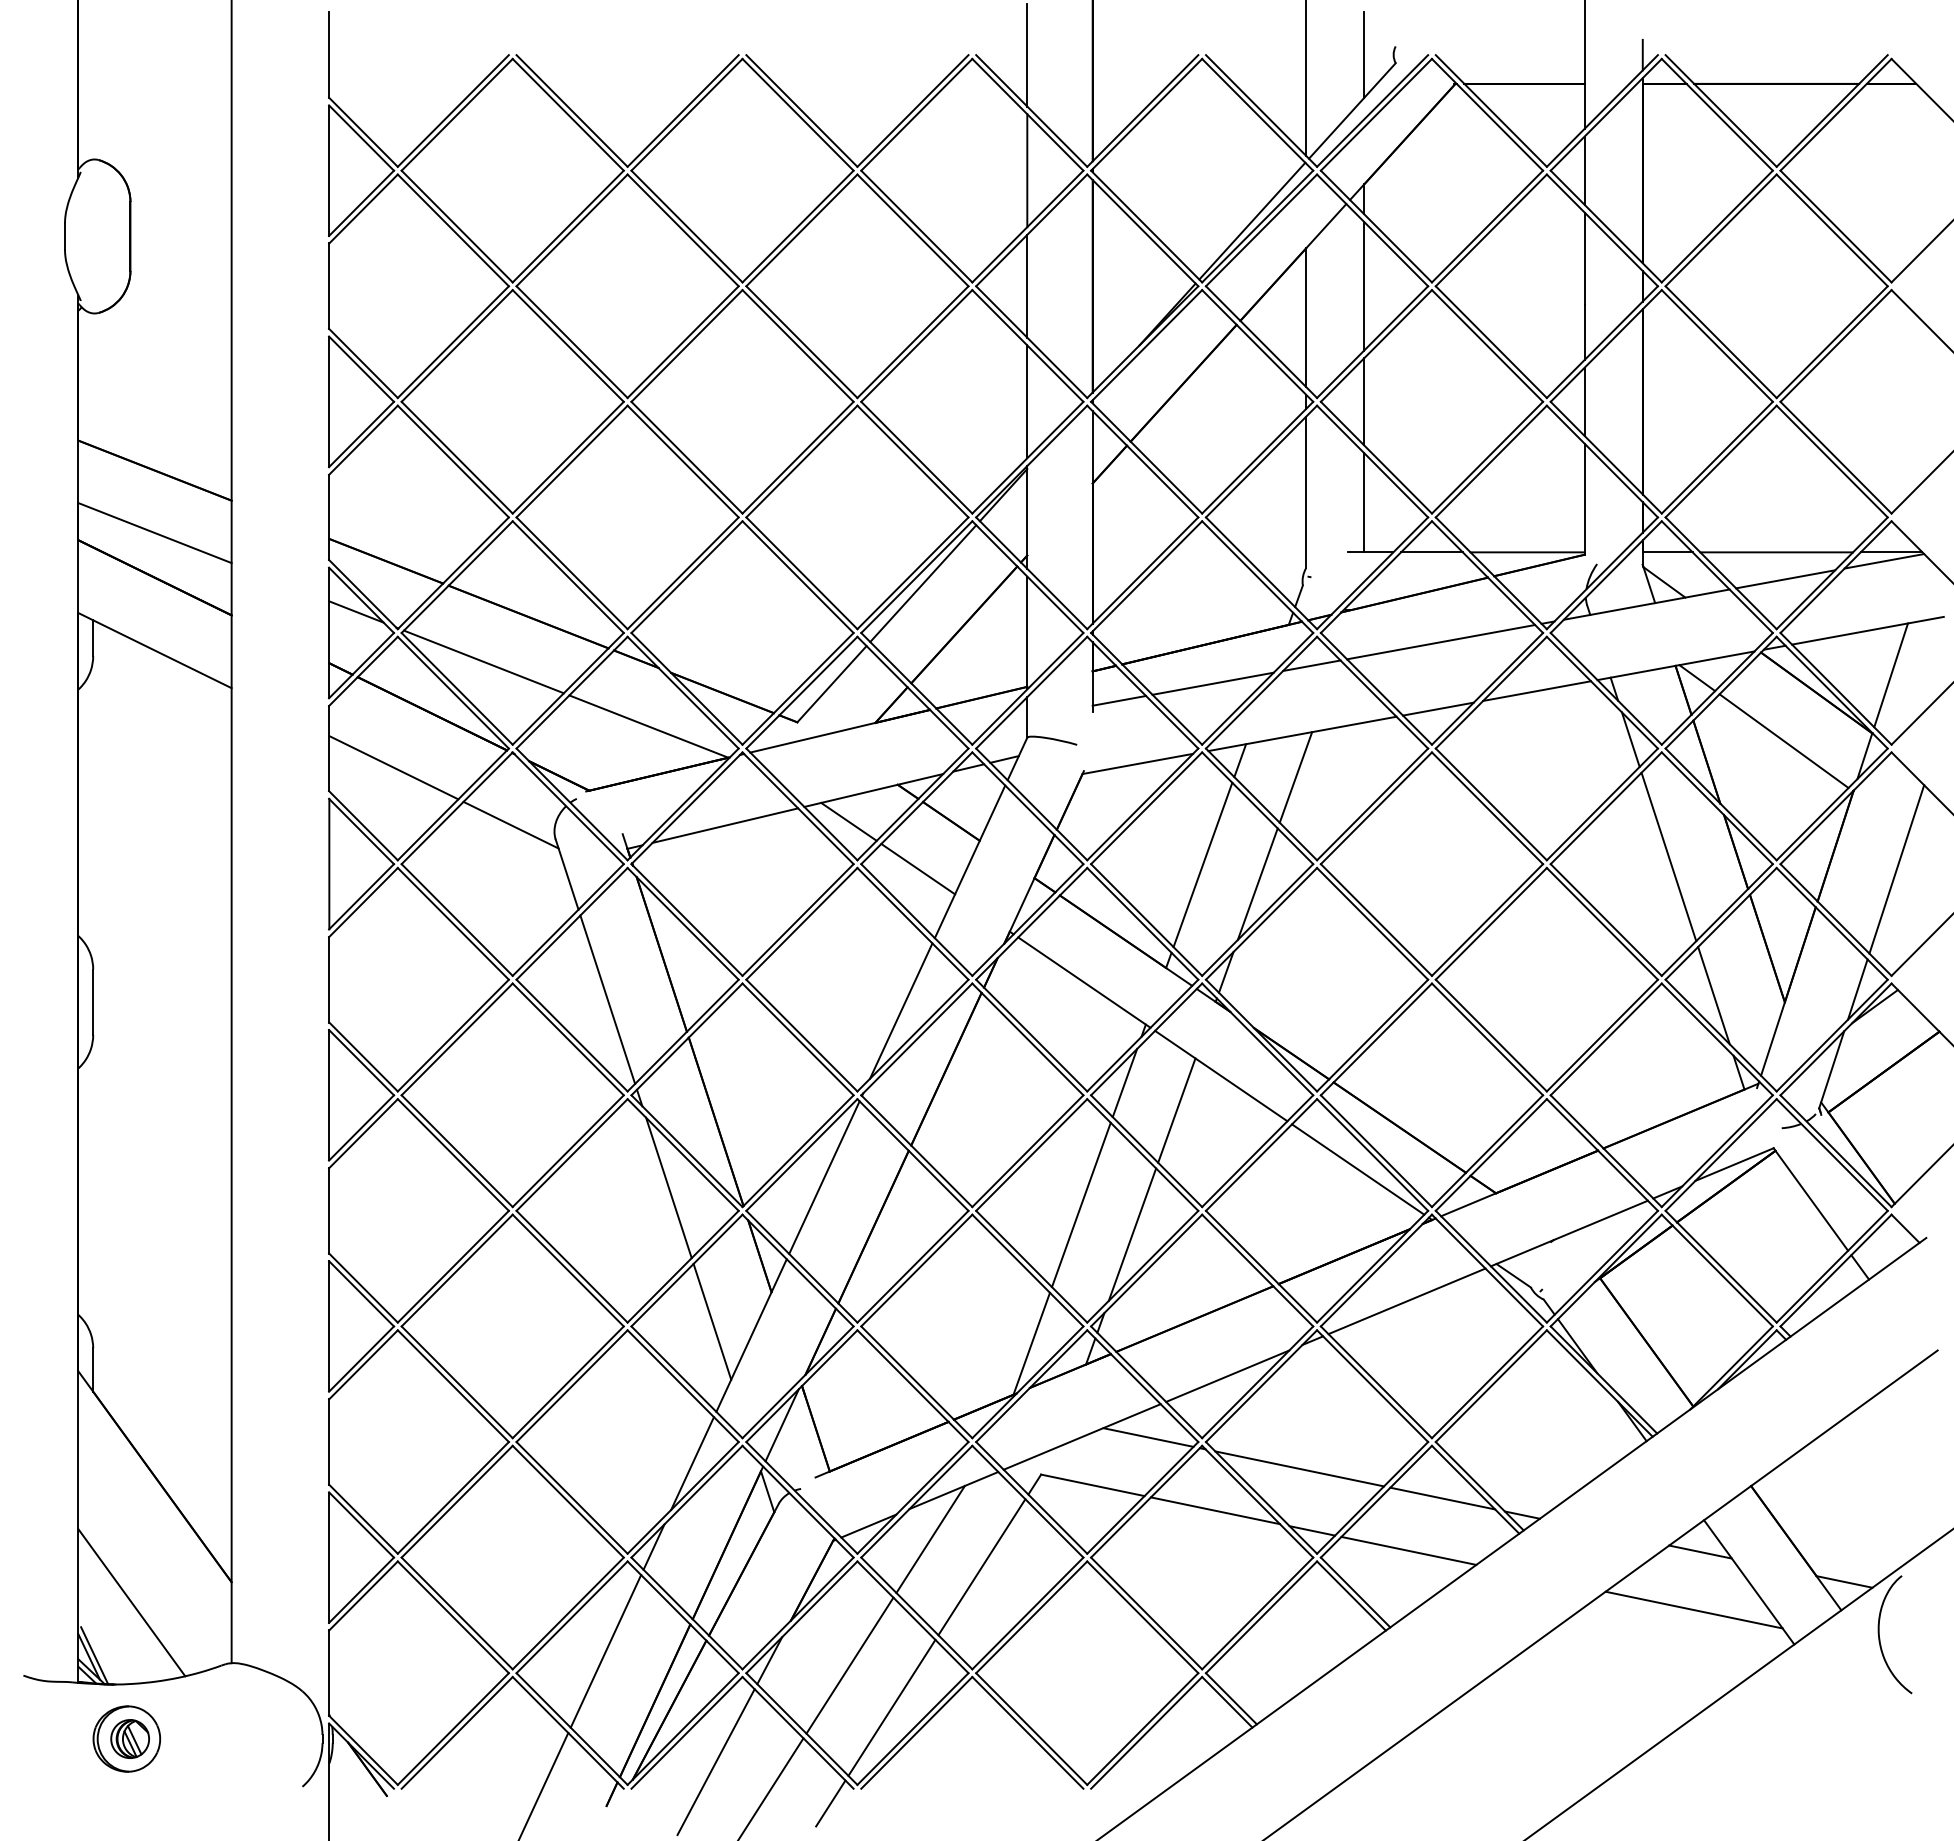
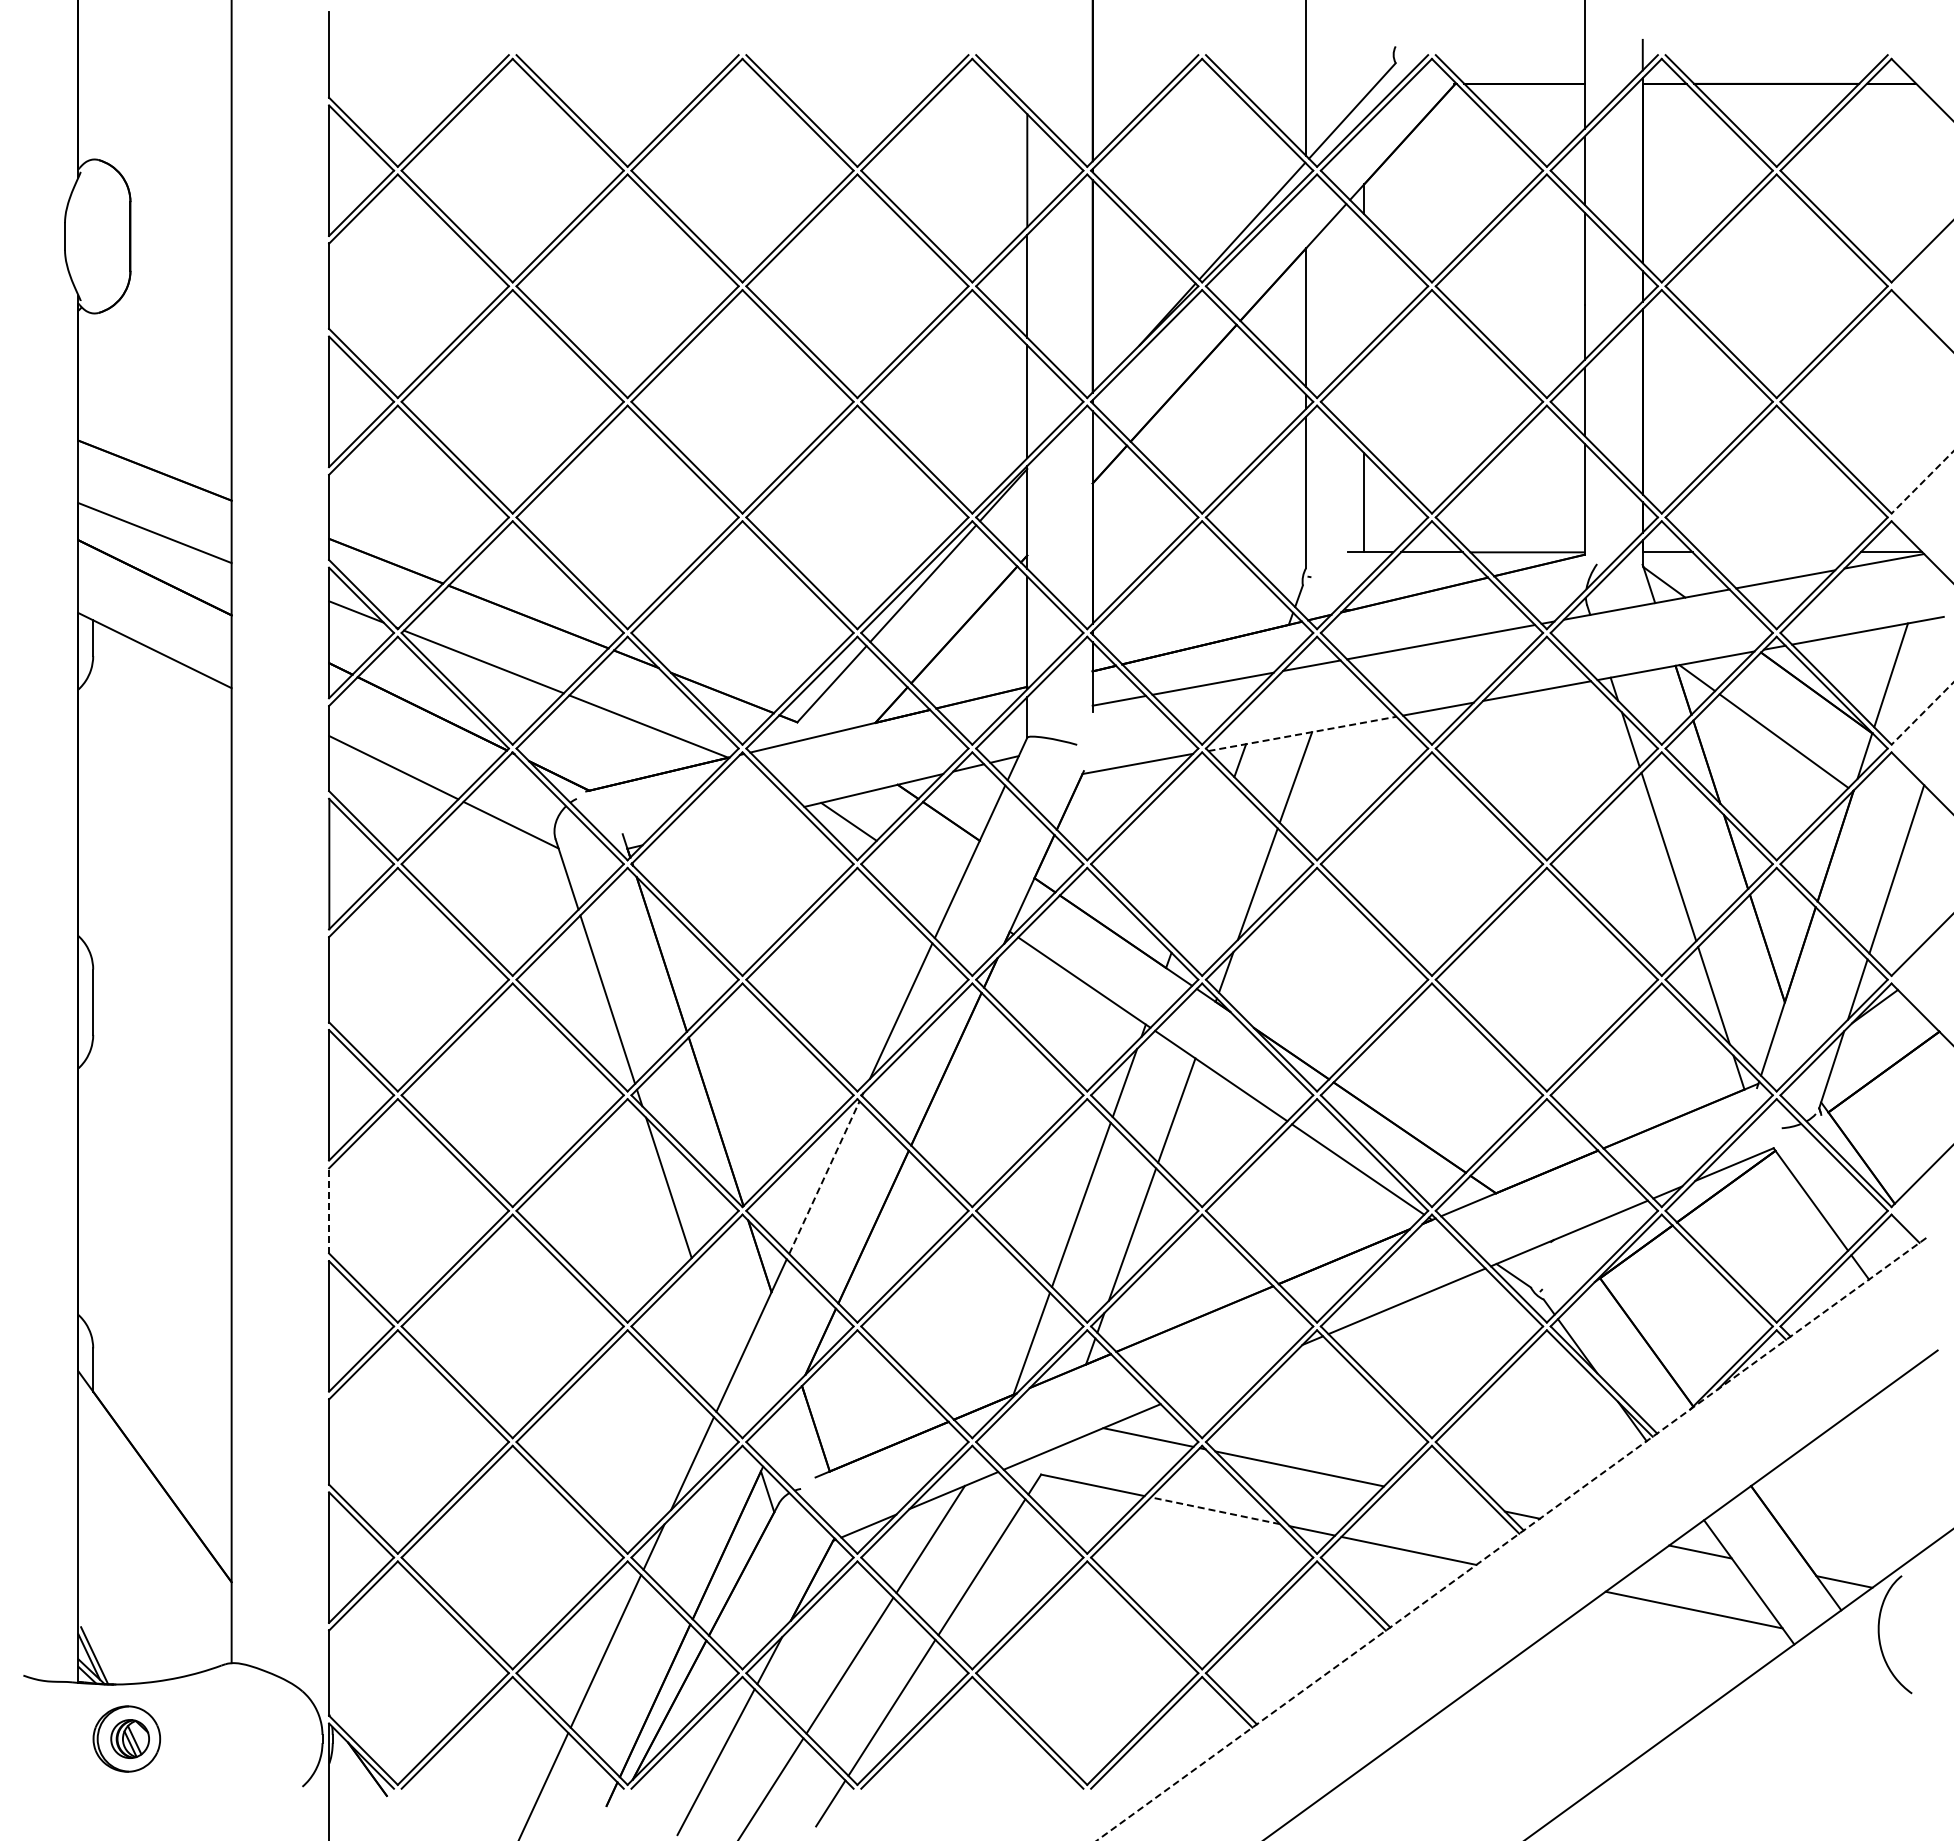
line at (1027, 54): present -> none
line at (1364, 54): present -> none
line at (1364, 286): present -> none
line at (1364, 401): present -> none
line at (1922, 482): solid -> dashed
line at (1776, 552): present -> none
line at (1922, 713): solid -> dashed
line at (1302, 733): solid -> dashed
line at (725, 825): present -> none
line at (1202, 864): present -> none
line at (918, 868): present -> none
line at (824, 1177): solid -> dashed
line at (329, 1210): solid -> dashed
line at (712, 1321): present -> none
line at (1227, 1375): present -> none
line at (781, 1425): present -> none
line at (1442, 1498): present -> none
line at (1215, 1510): solid -> dashed
line at (1511, 1539): solid -> dashed
line at (131, 1602): present -> none
